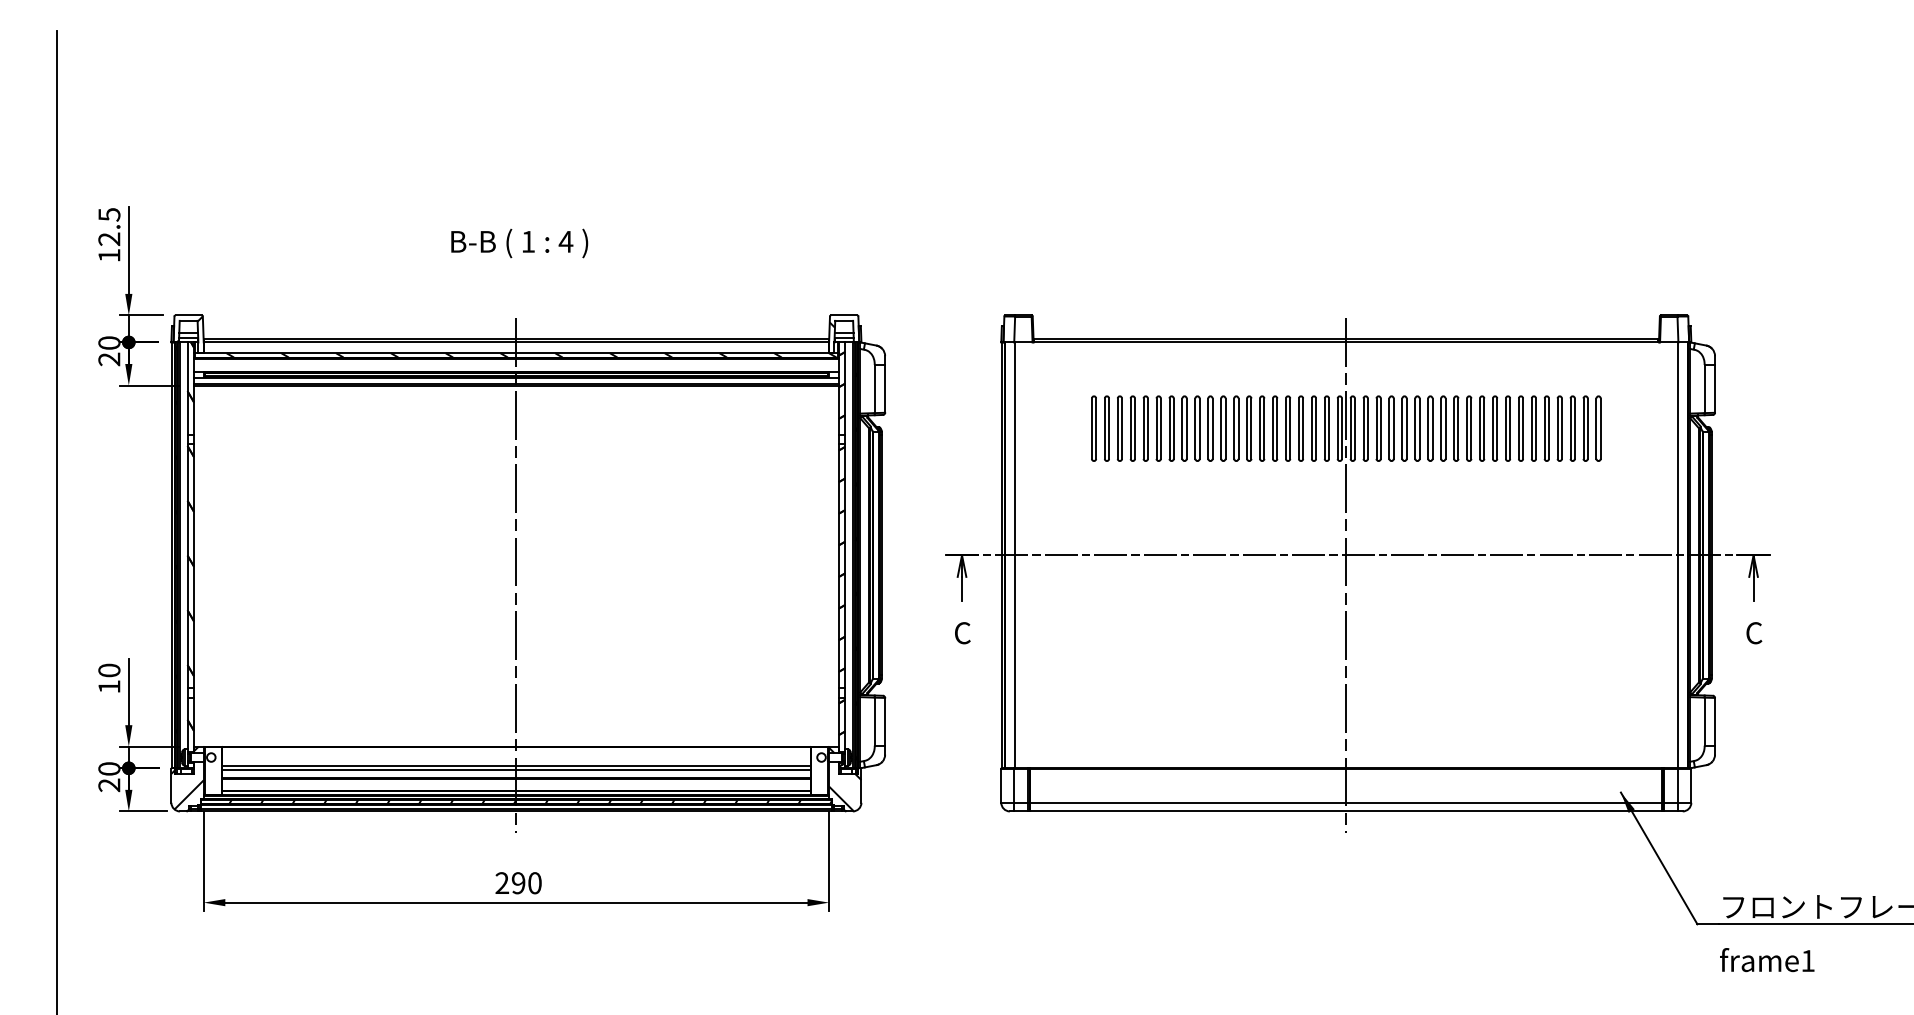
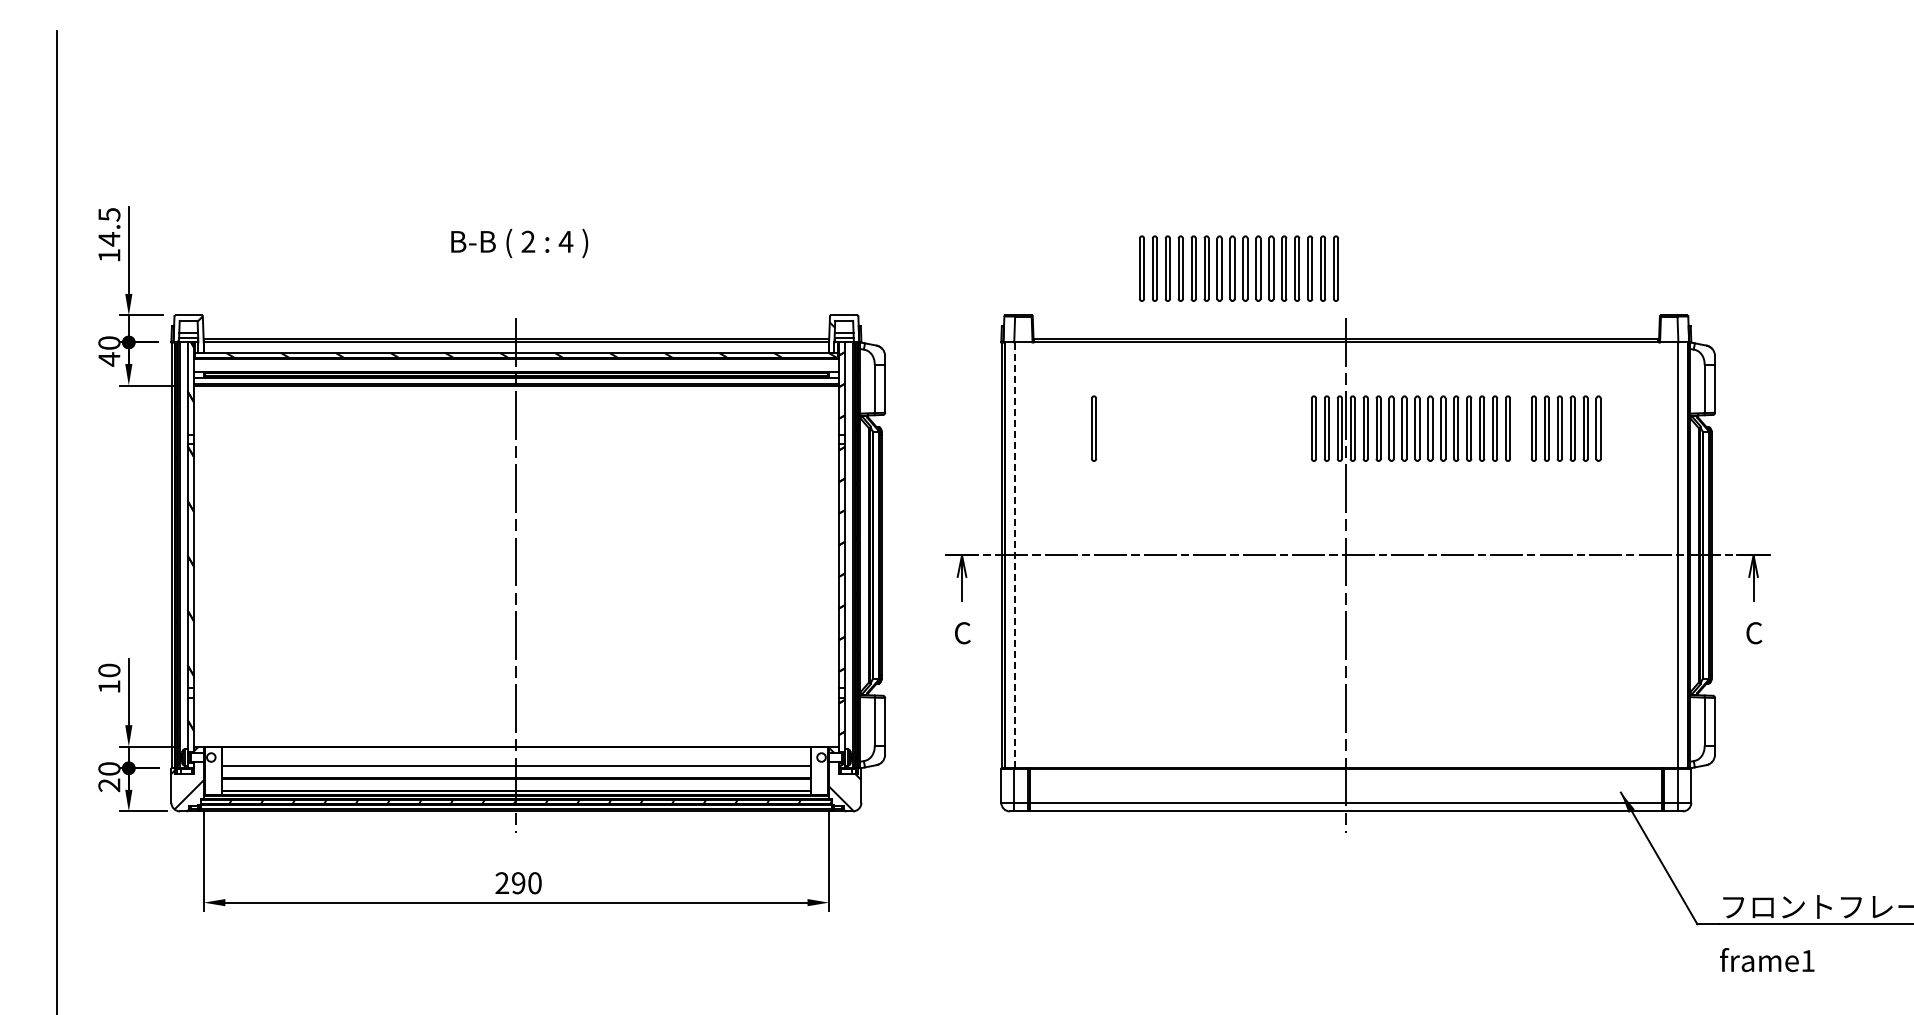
text at (109, 239): 12.5 -> 14.5
text at (528, 241): 1 -> 2
text at (109, 359): 20 -> 40
part at (1203, 428) position: (1203, 428) -> (1238, 268)
part at (1520, 428): present -> none
line at (1014, 555): solid -> dashed
line at (516, 770): present -> none
